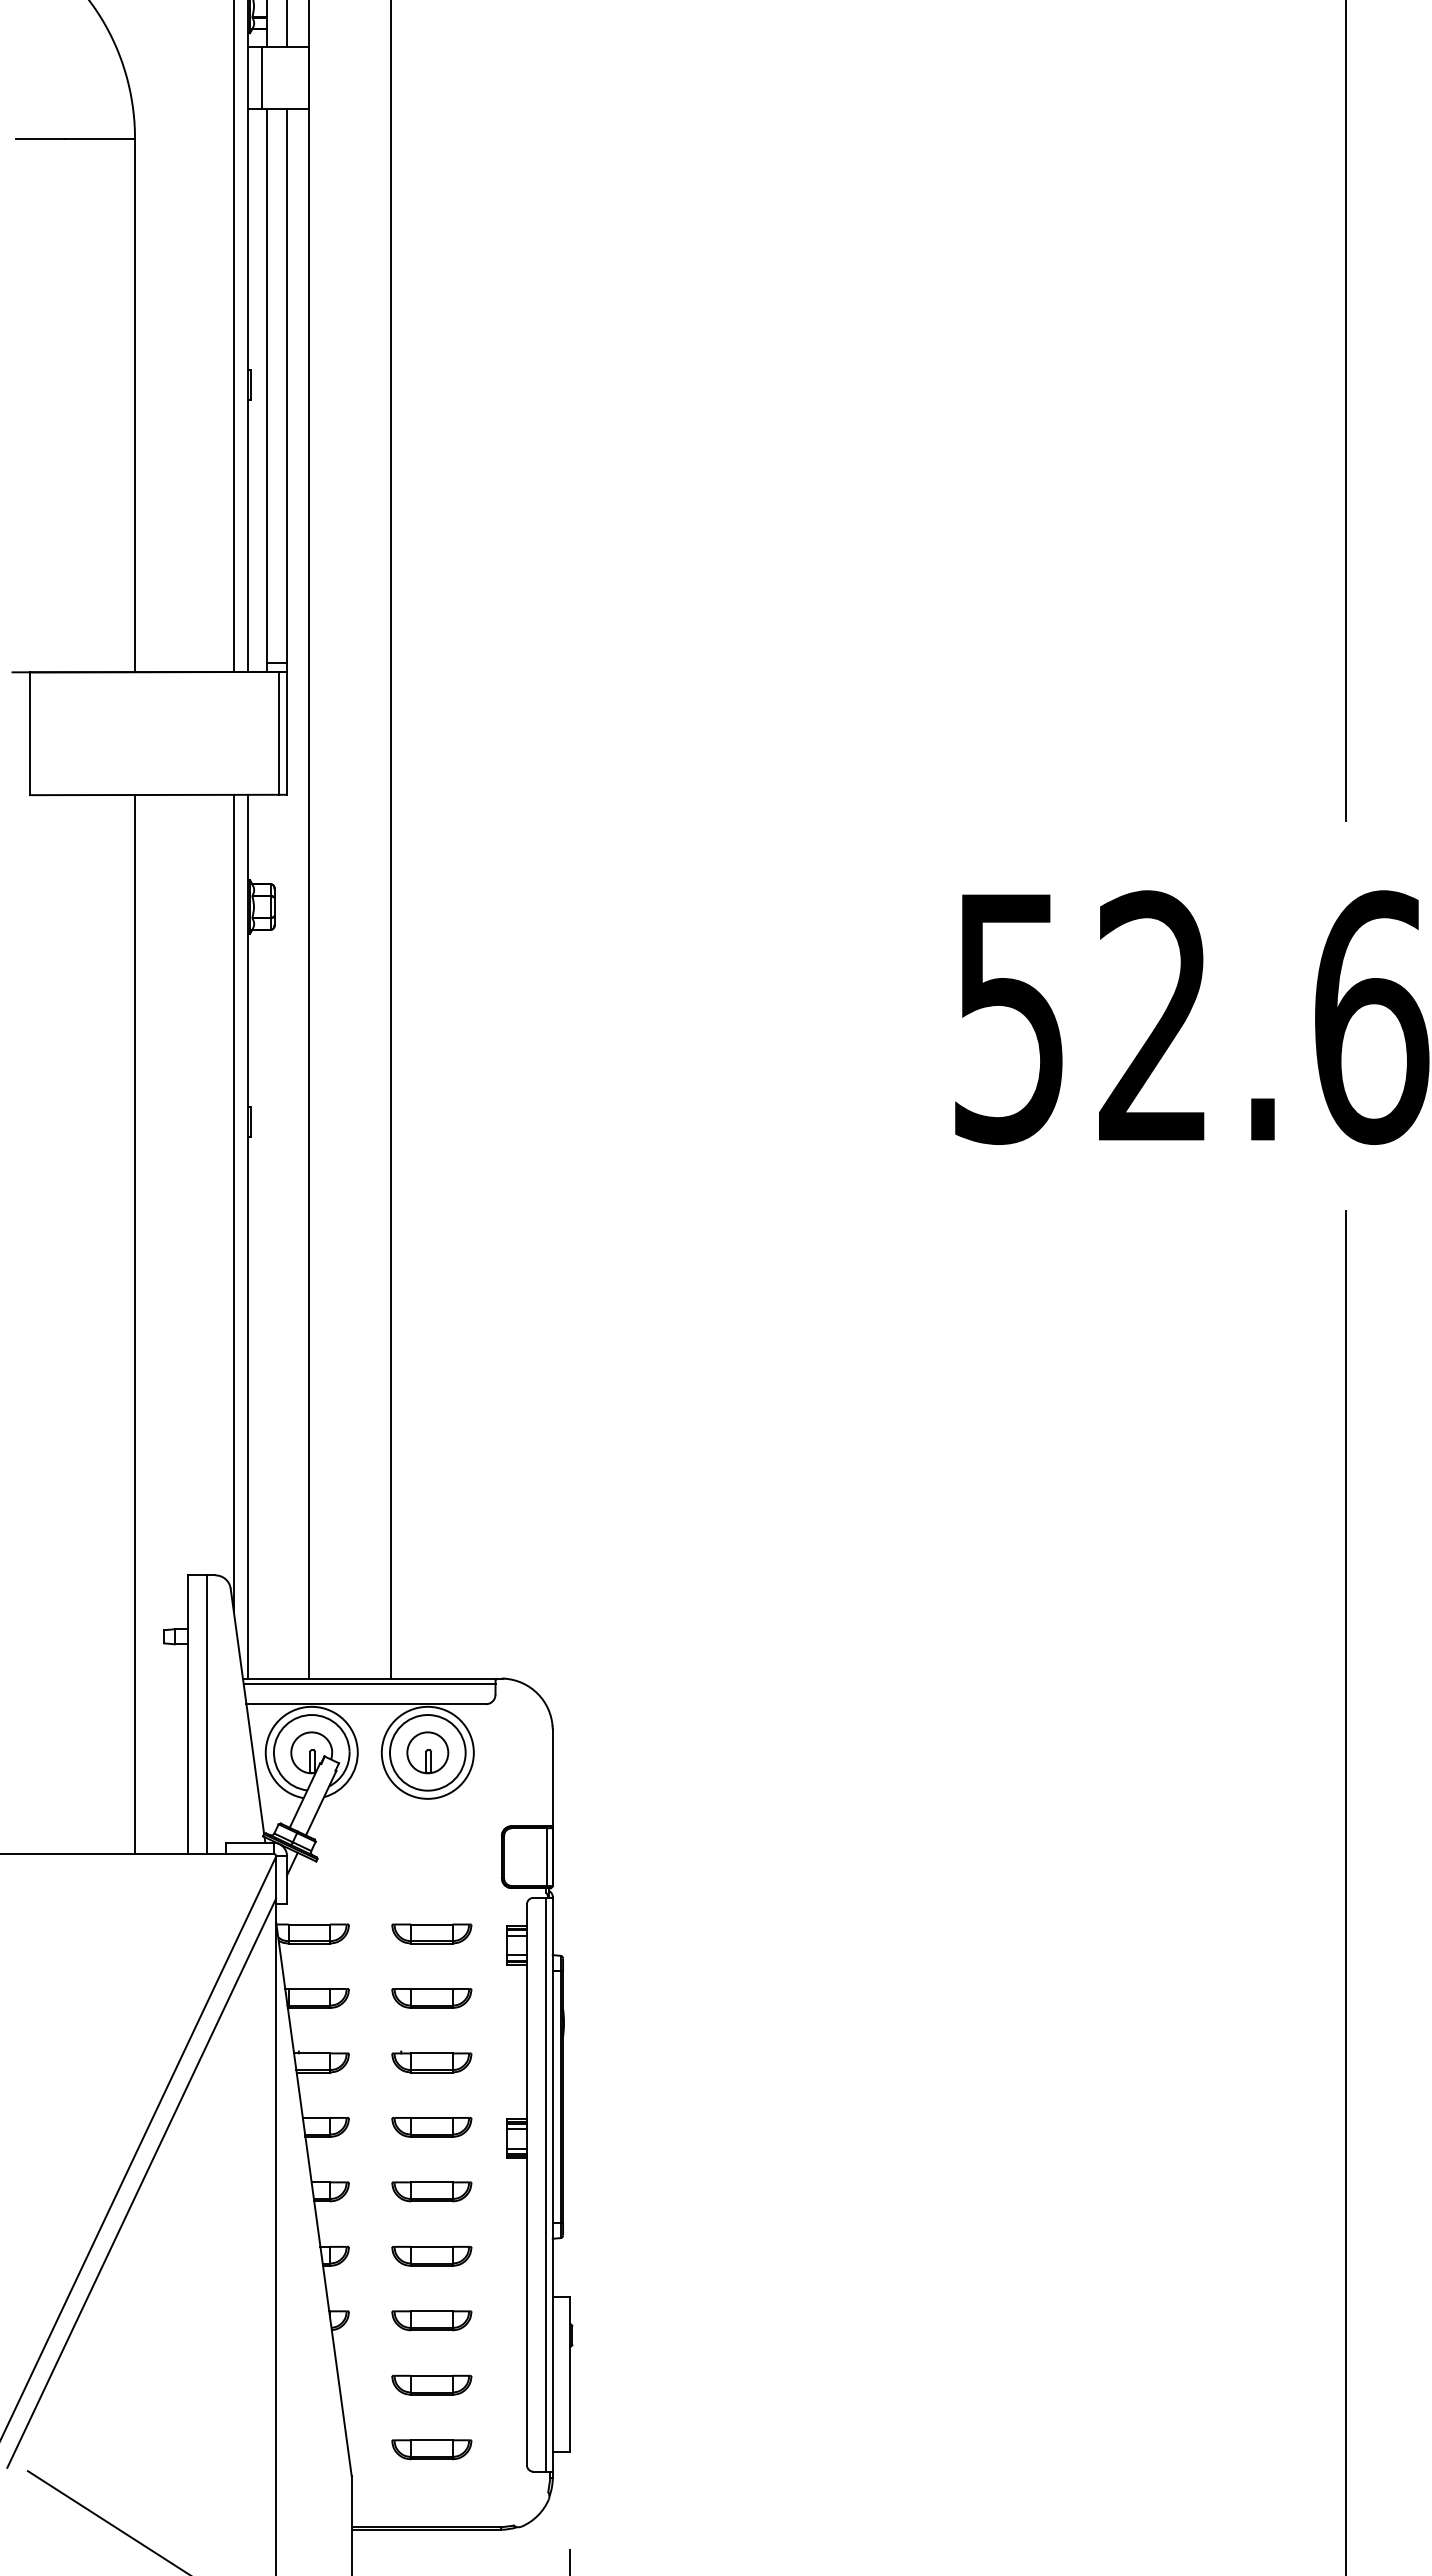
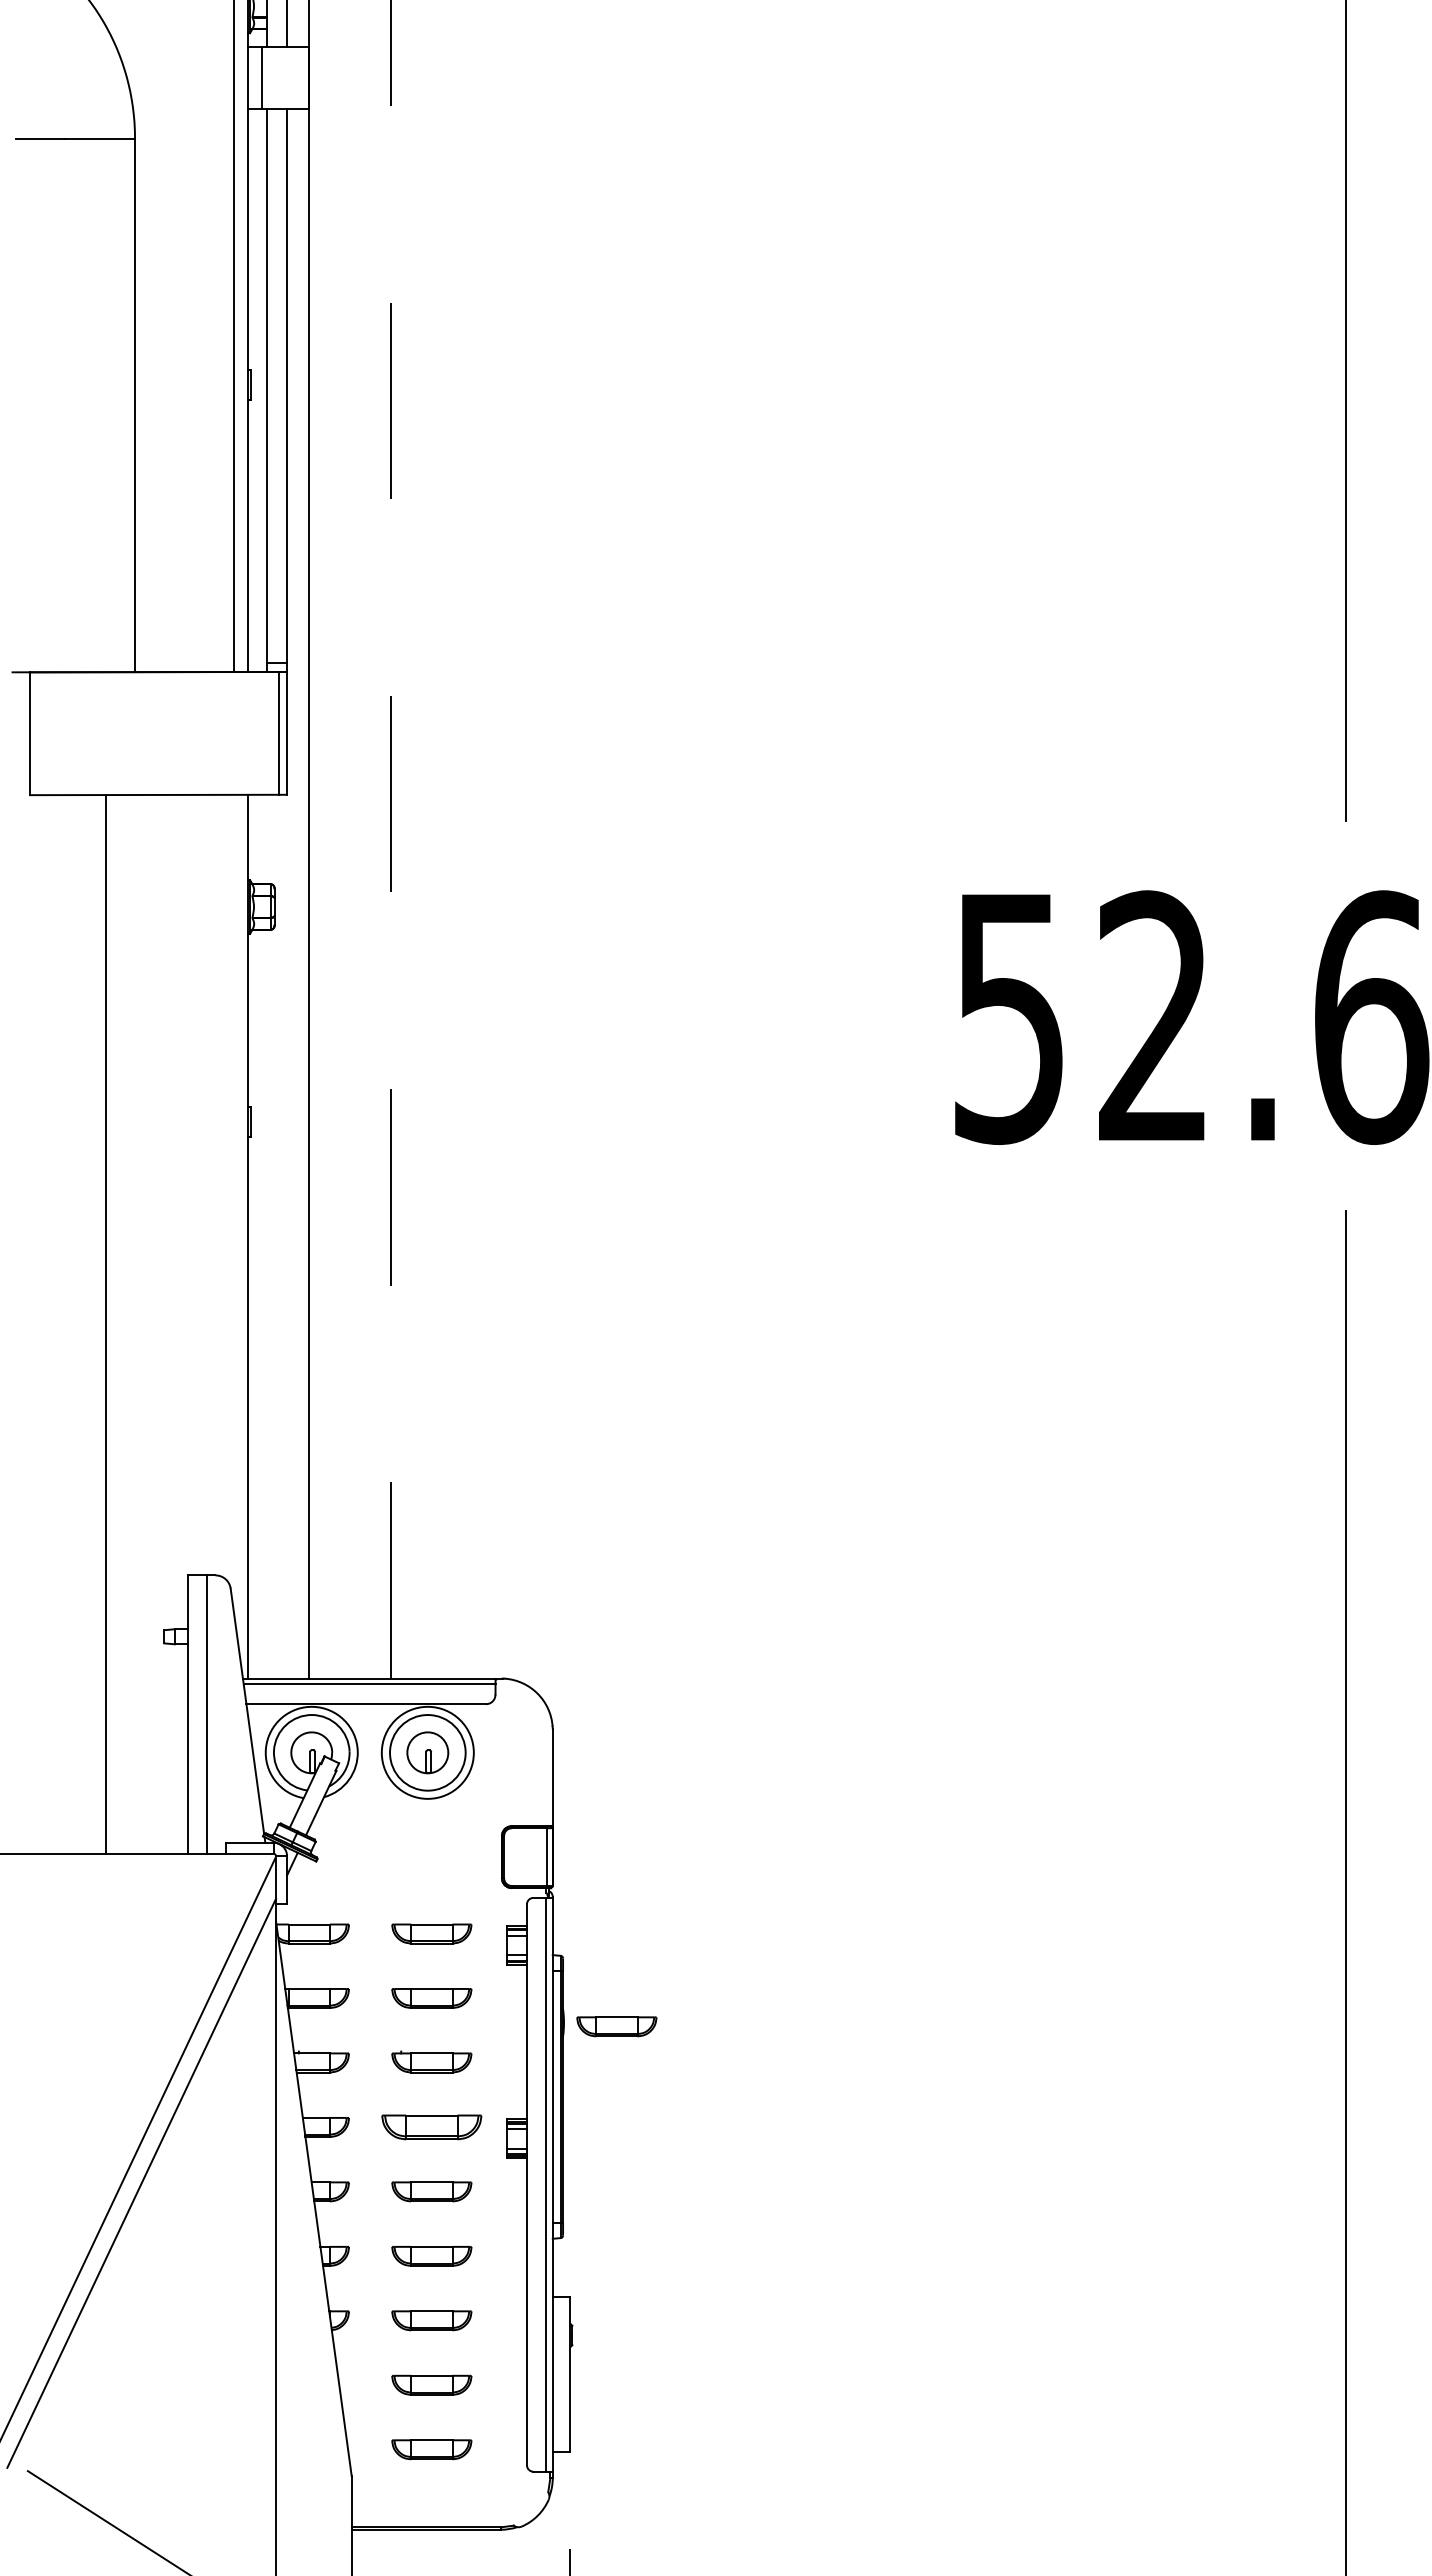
line at (391, 838): solid -> dashed
line at (233, 1203): present -> none
line at (135, 1324) position: (135, 1324) -> (106, 1324)
part at (616, 2026): none -> present
part at (431, 2127) size: 82x21 px -> 102x27 px
